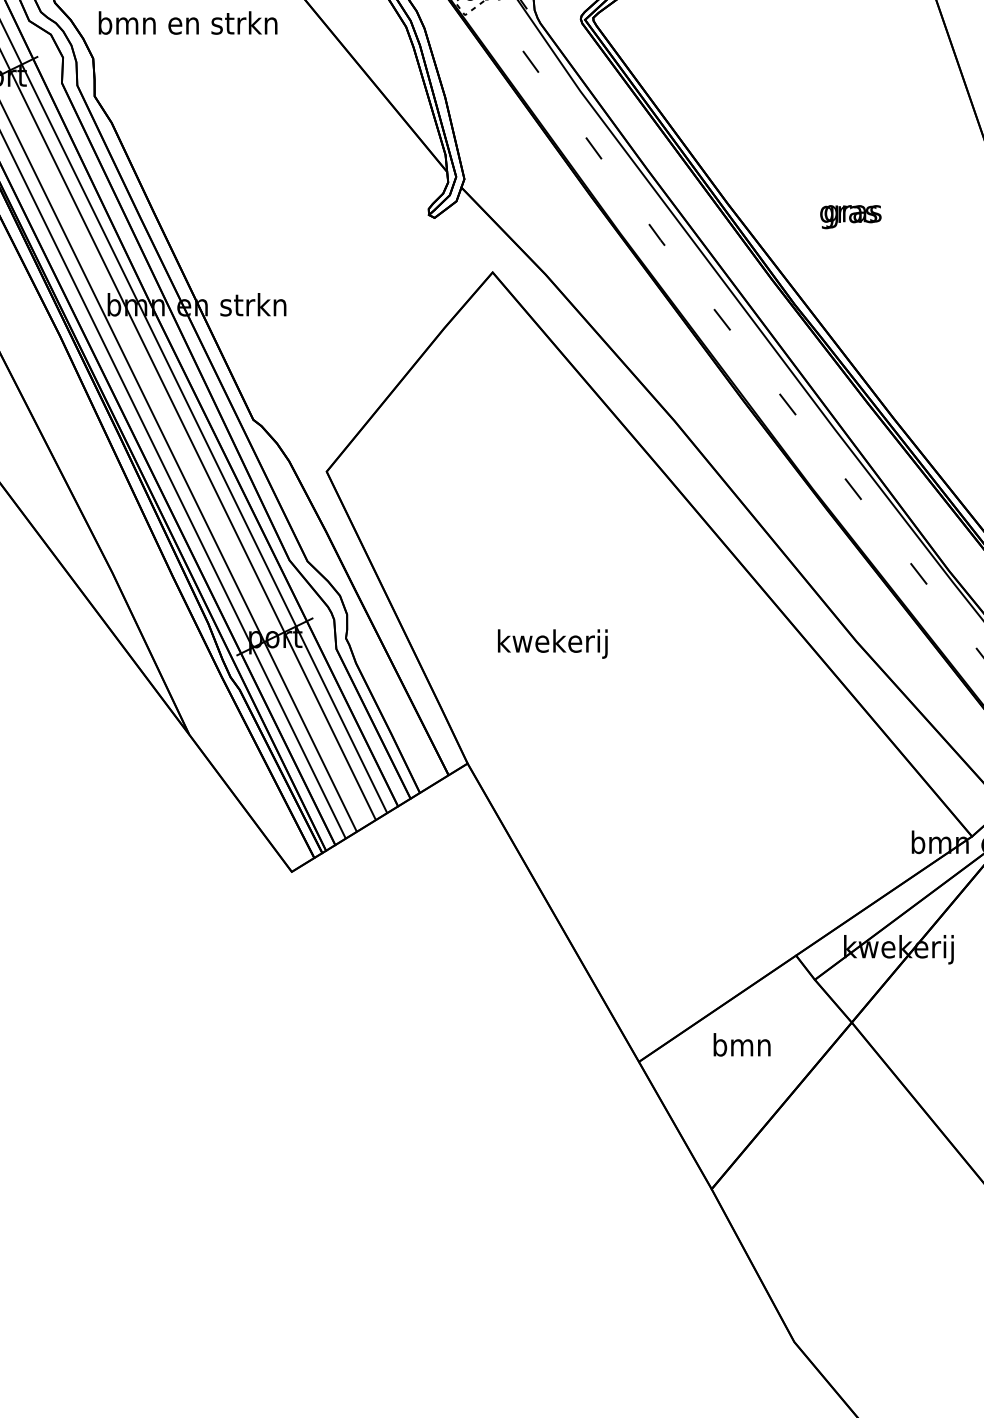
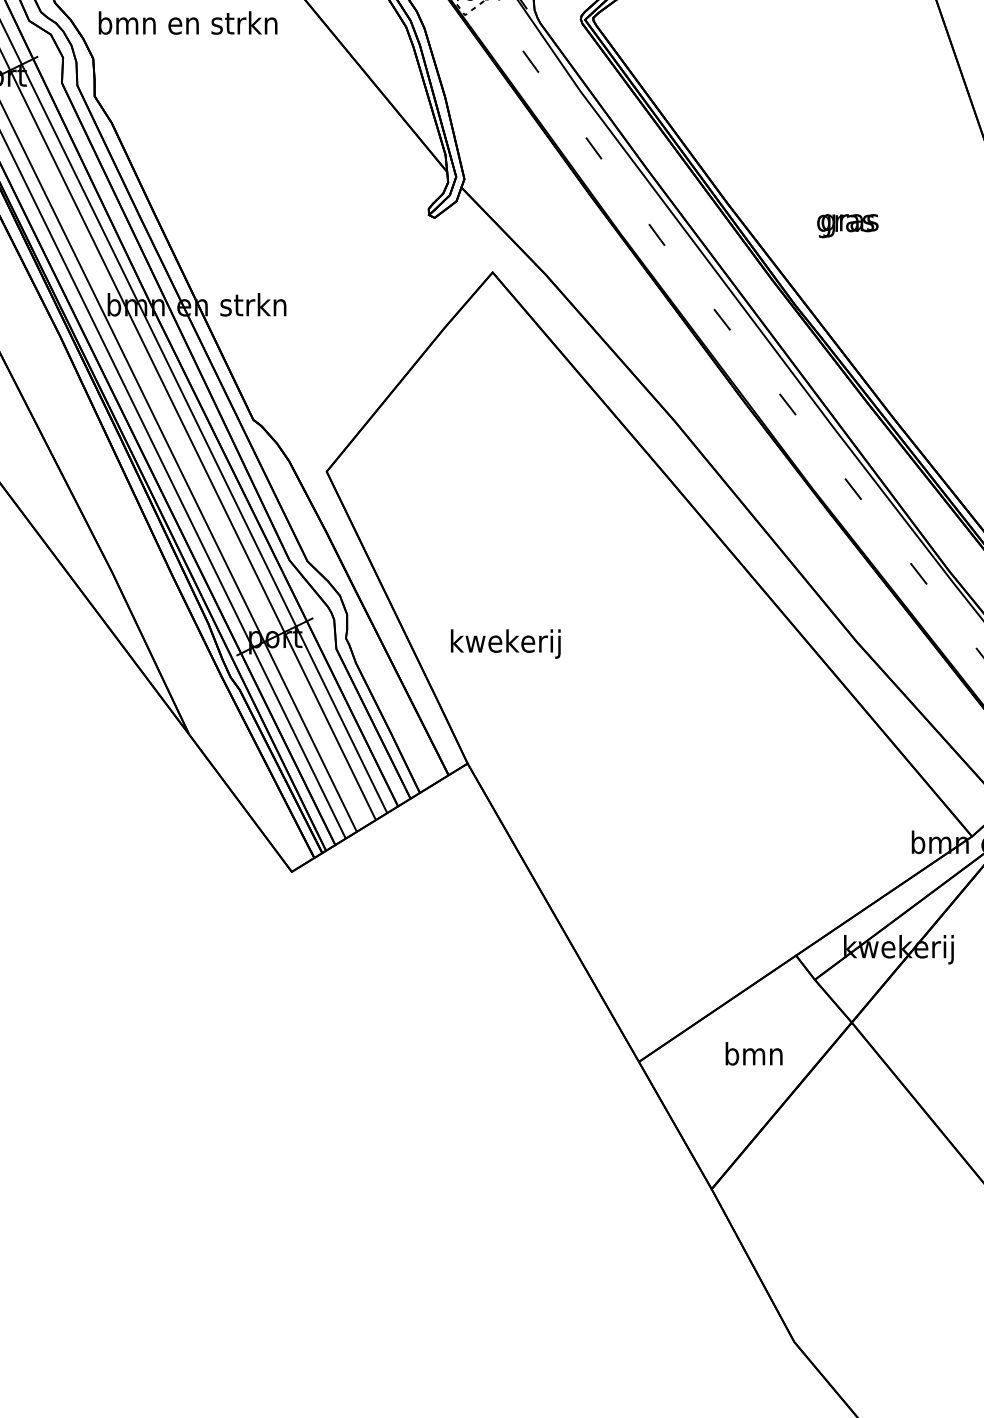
text at (850, 217) position: (850, 217) -> (847, 226)
text at (552, 643) position: (552, 643) -> (505, 643)
text at (741, 1044) position: (741, 1044) -> (753, 1053)
